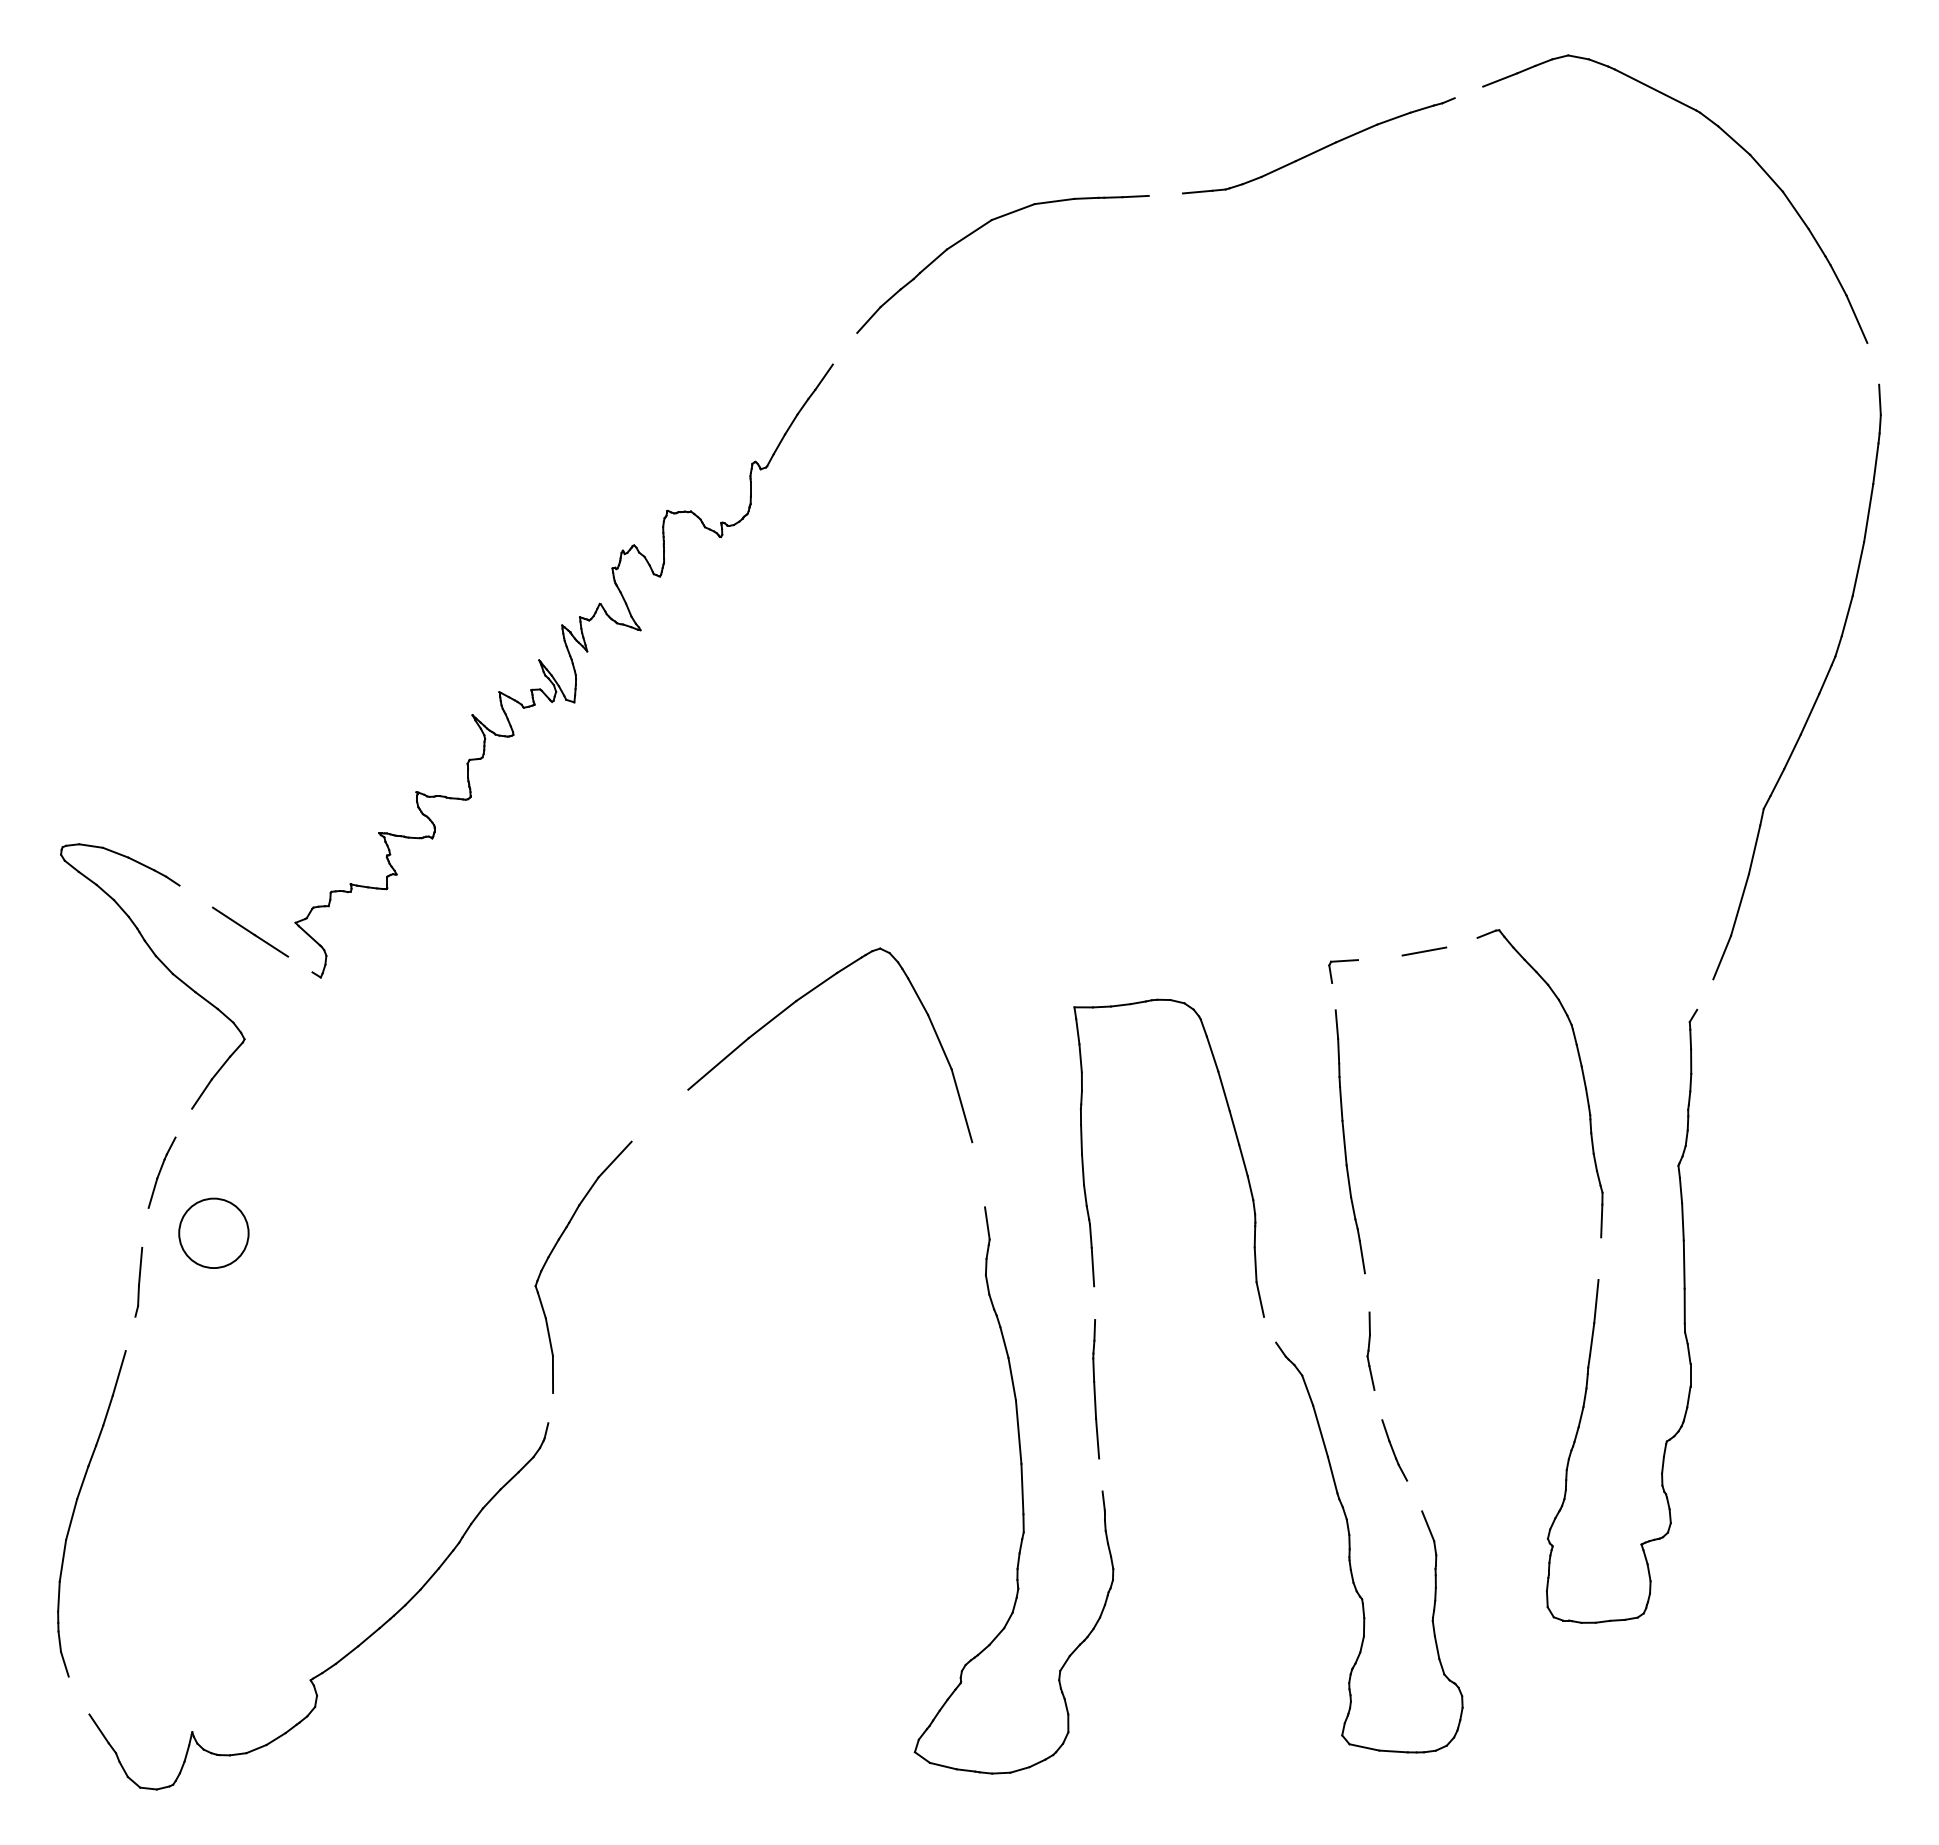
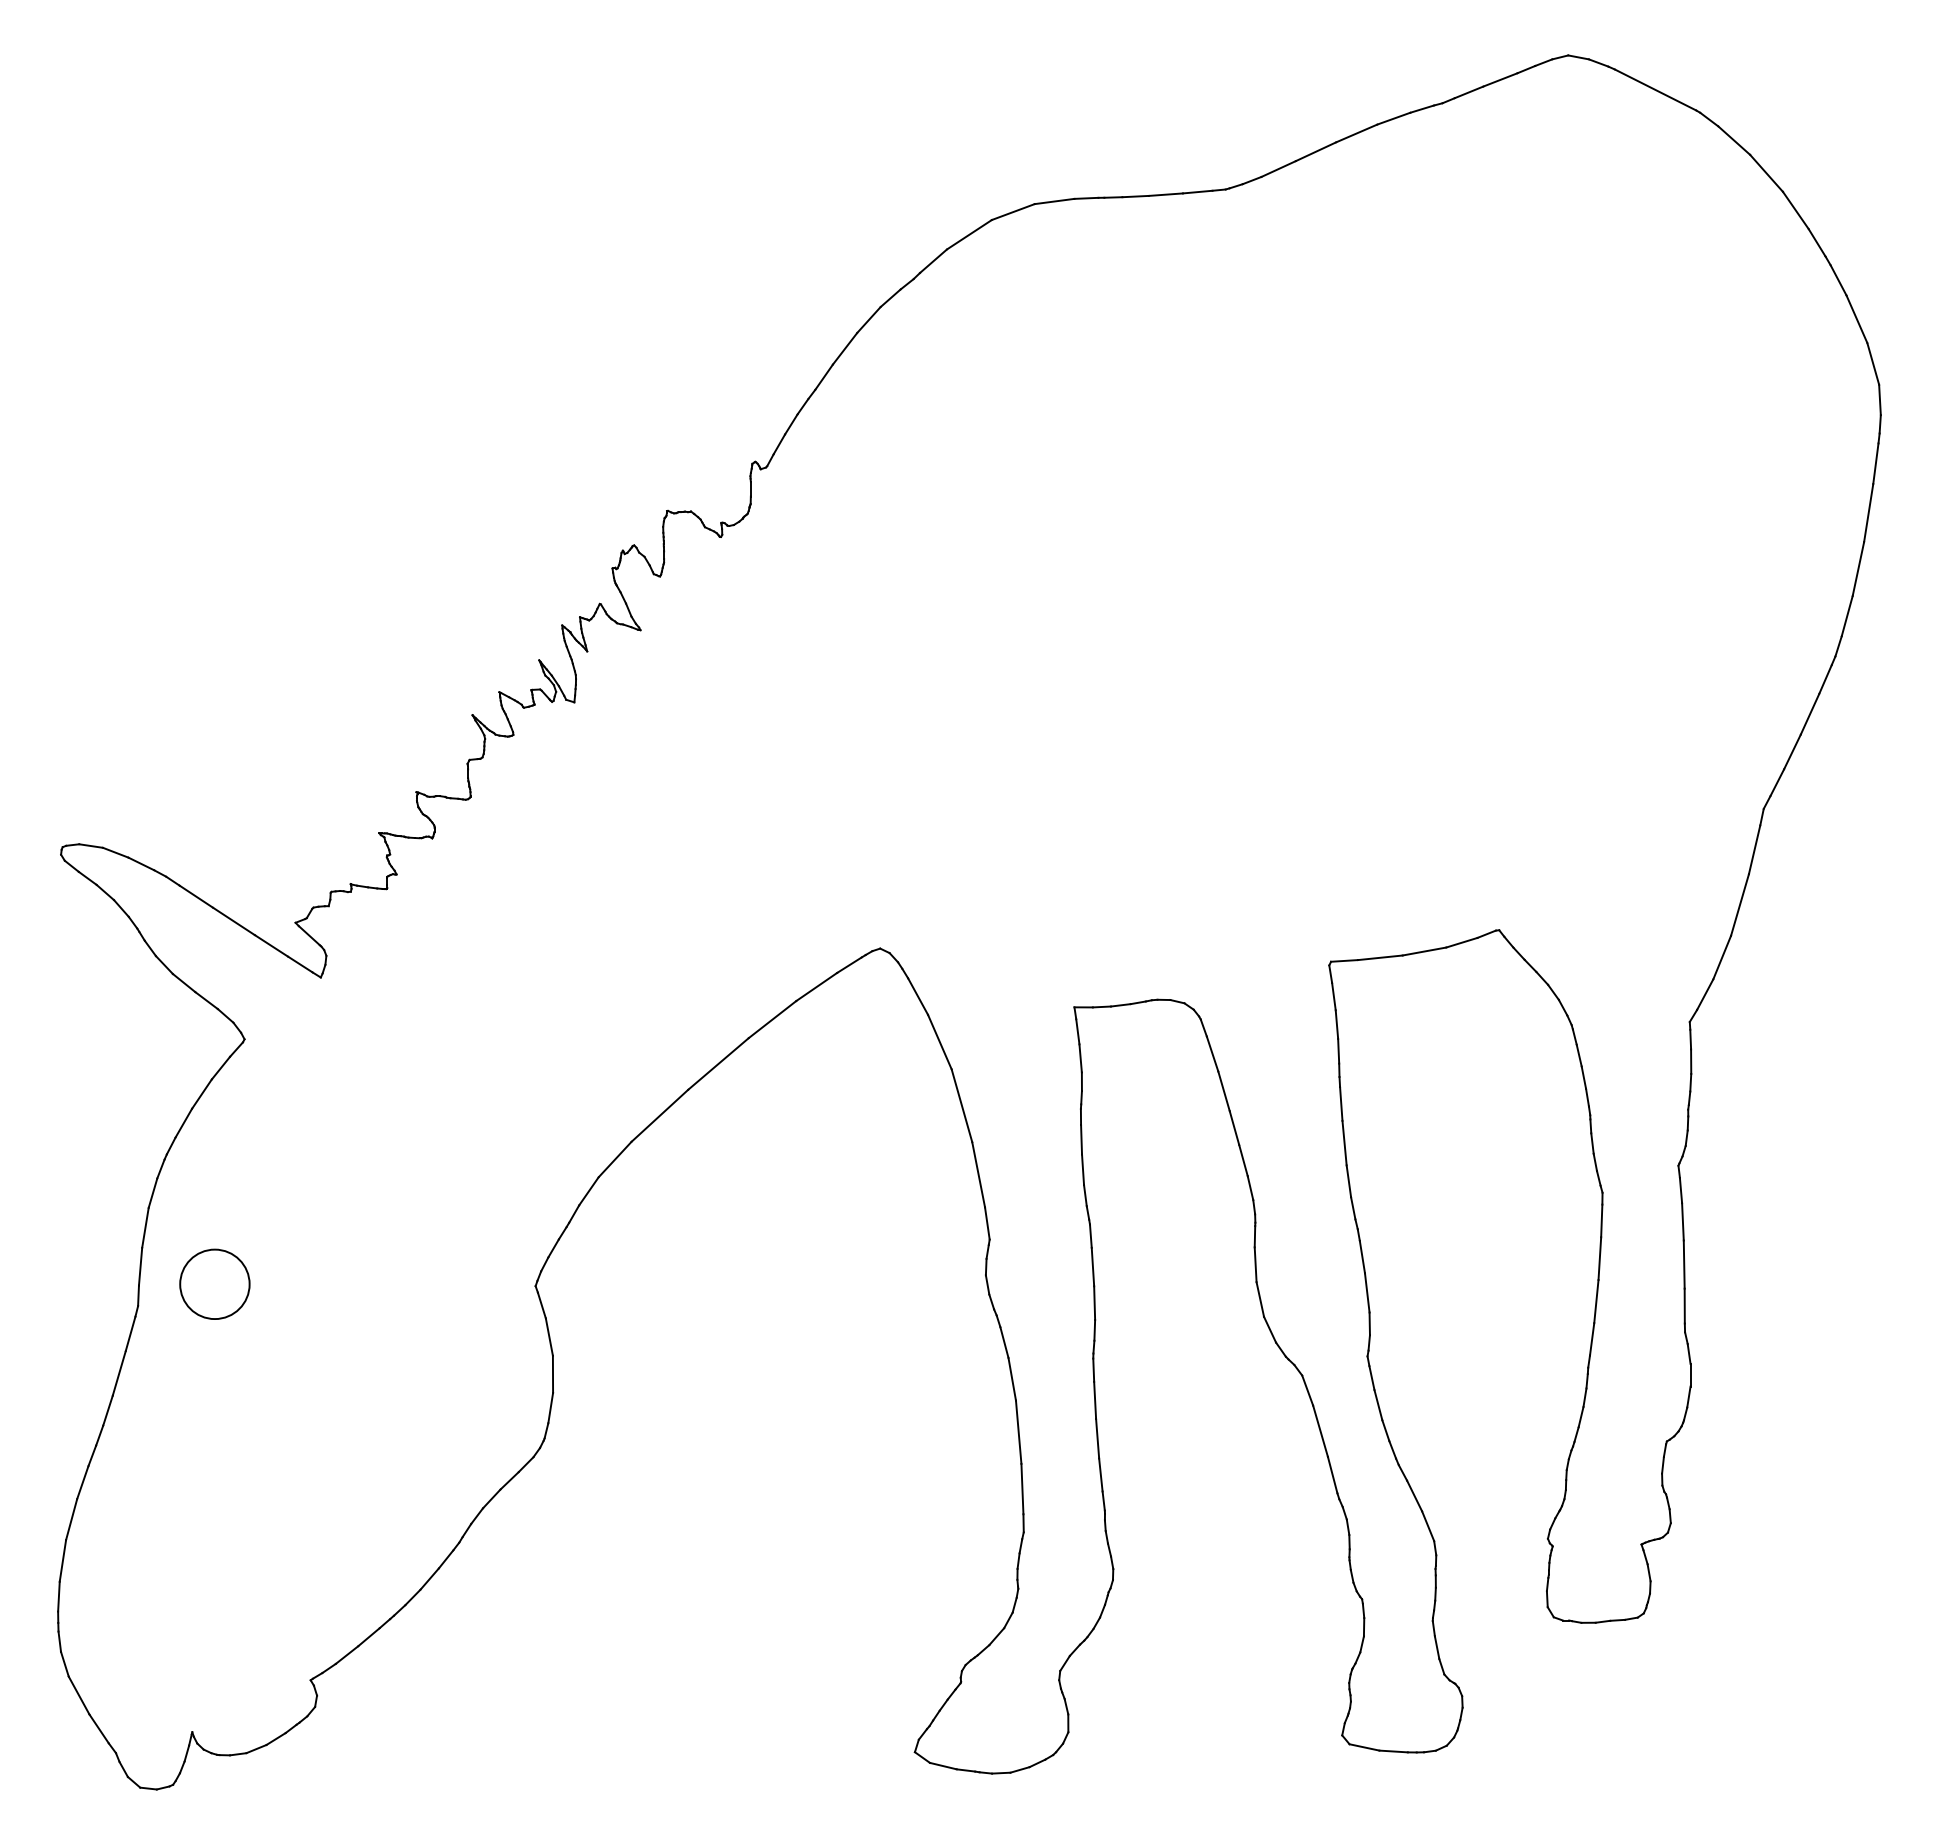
line at (1468, 92): none -> present
line at (1165, 194): none -> present
line at (844, 348): none -> present
line at (1873, 363): none -> present
line at (195, 896): none -> present
line at (1461, 942): none -> present
line at (1379, 957): none -> present
line at (300, 964): none -> present
line at (1705, 994): none -> present
line at (1333, 996): none -> present
line at (659, 1115): none -> present
line at (183, 1122): none -> present
line at (978, 1174): none -> present
line at (145, 1227): none -> present
circle at (213, 1232) position: (213, 1232) -> (214, 1283)
line at (1599, 1258): none -> present
line at (1366, 1292): none -> present
line at (1094, 1303): none -> present
line at (1270, 1329): none -> present
line at (130, 1333): none -> present
line at (1378, 1405): none -> present
line at (550, 1408): none -> present
line at (1100, 1474): none -> present
line at (1414, 1495): none -> present
line at (78, 1695): none -> present
